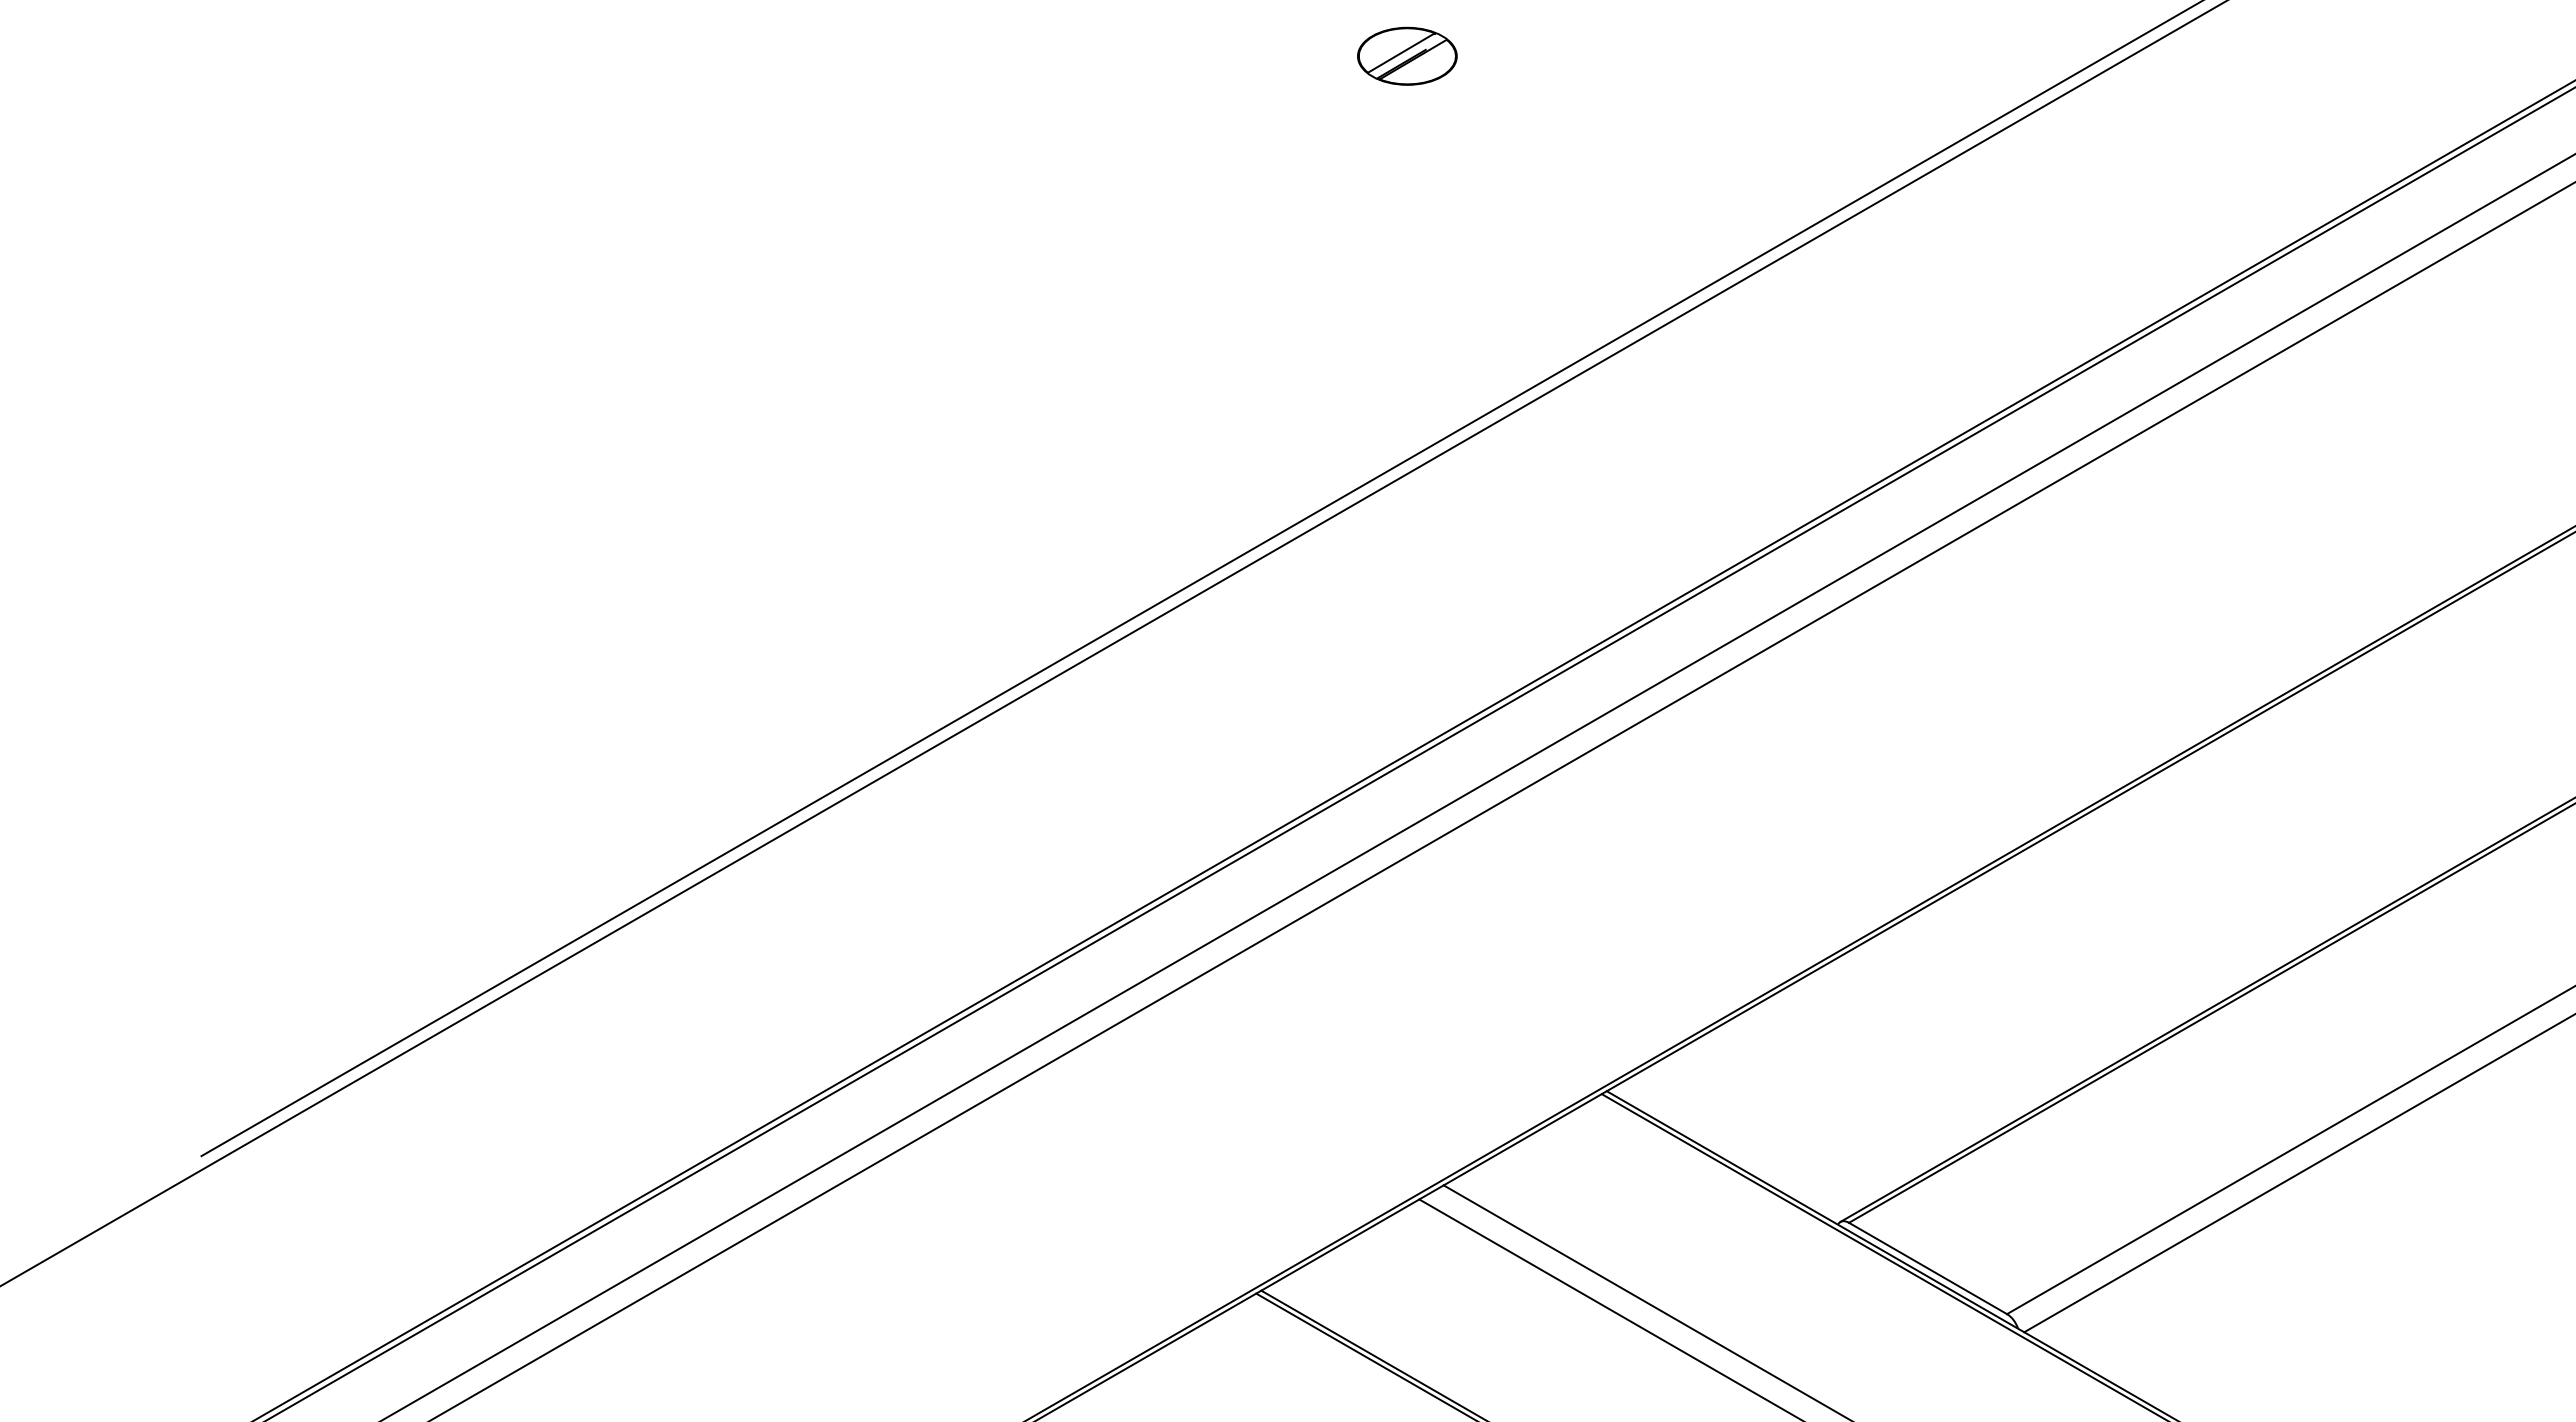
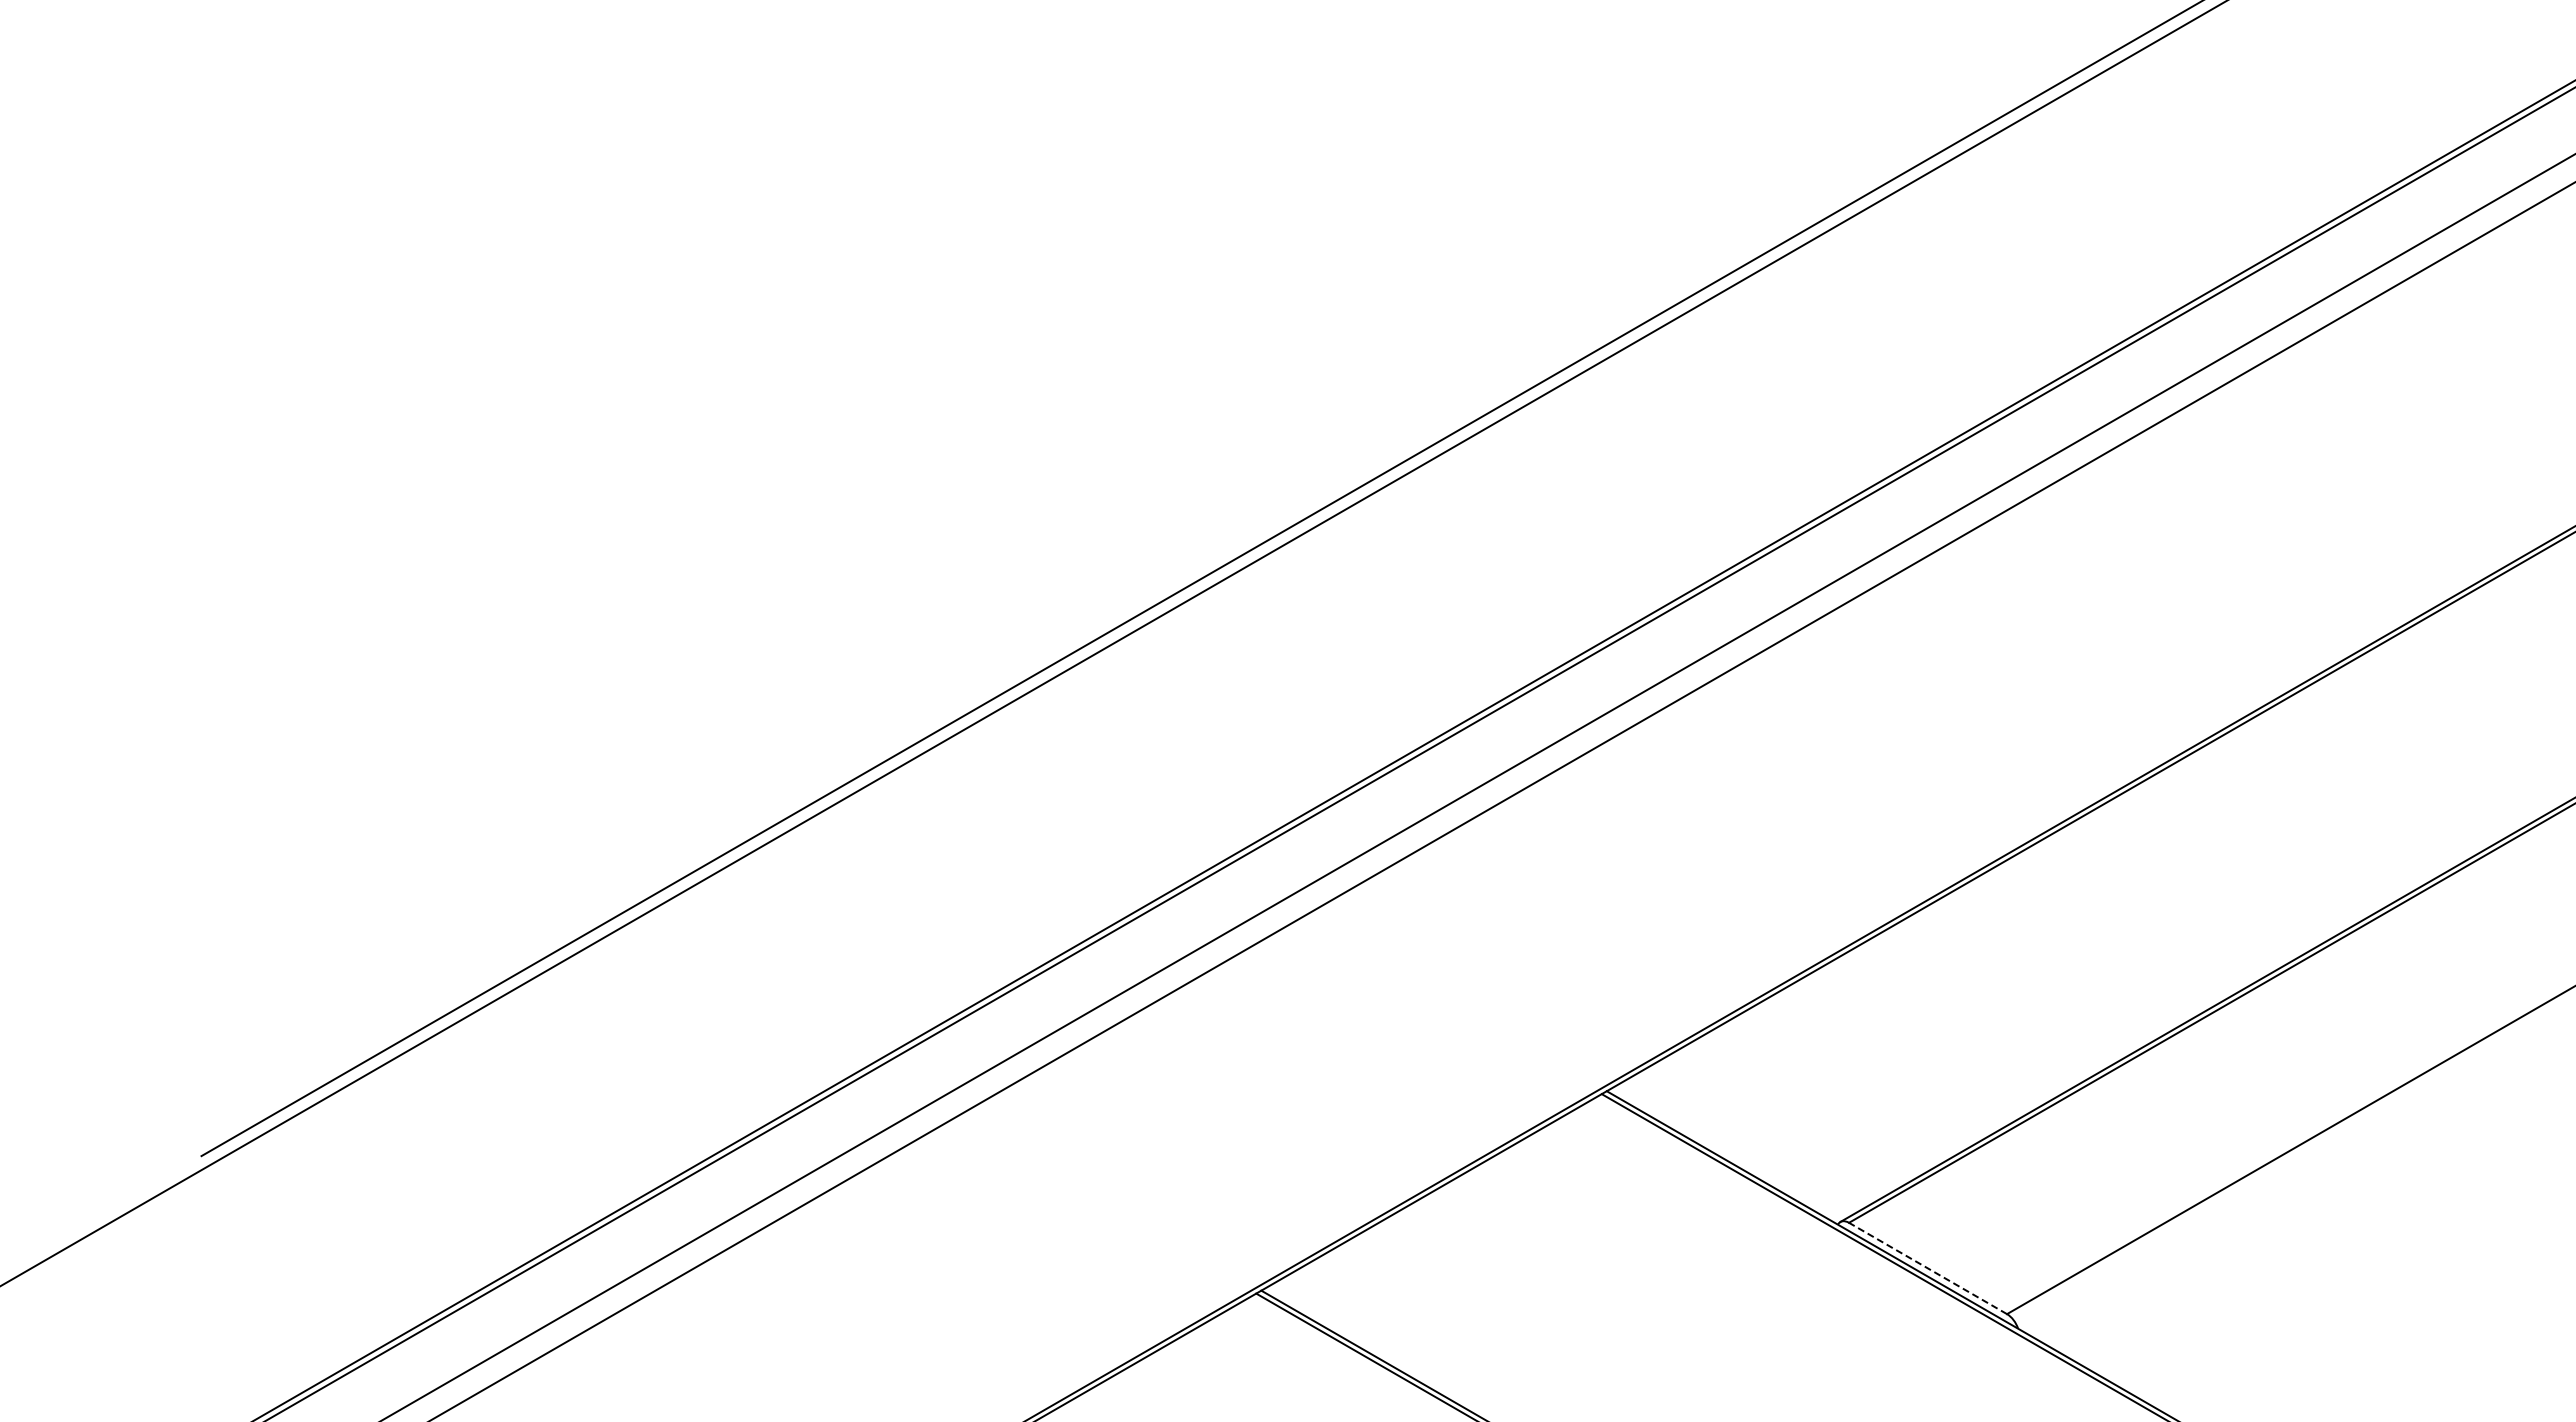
part at (1407, 55): present -> none
line at (2298, 1173): present -> none
line at (1927, 1268): solid -> dashed
line at (1645, 1301): present -> none
line at (1609, 1308): present -> none
